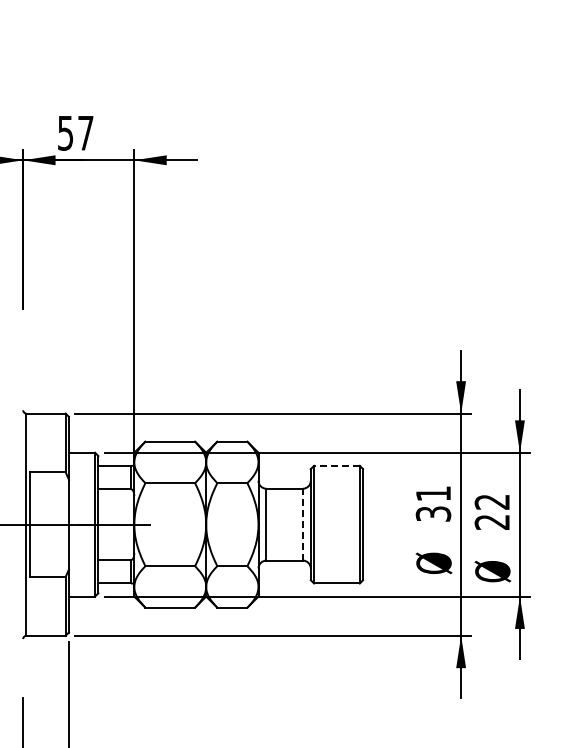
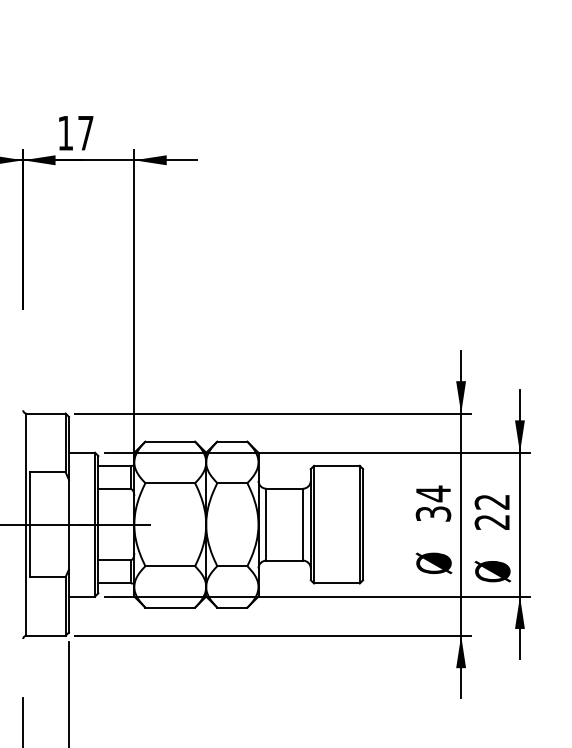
text at (65, 133): 57 -> 17
line at (336, 465): dashed -> solid
text at (433, 493): 31 -> 34
line at (302, 524): dashed -> solid
